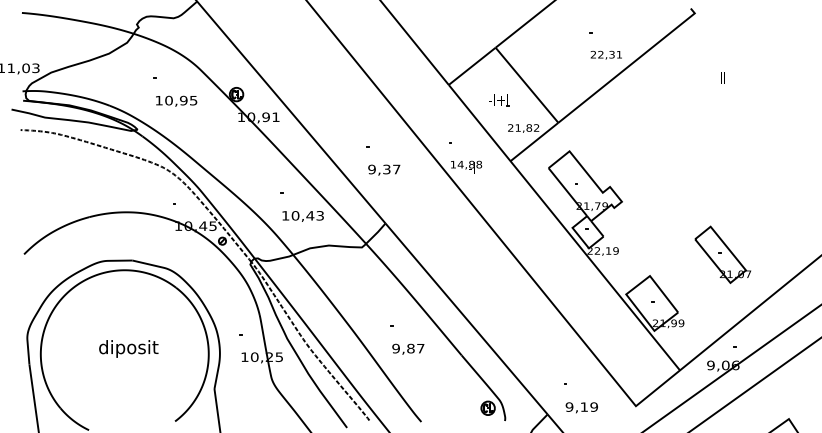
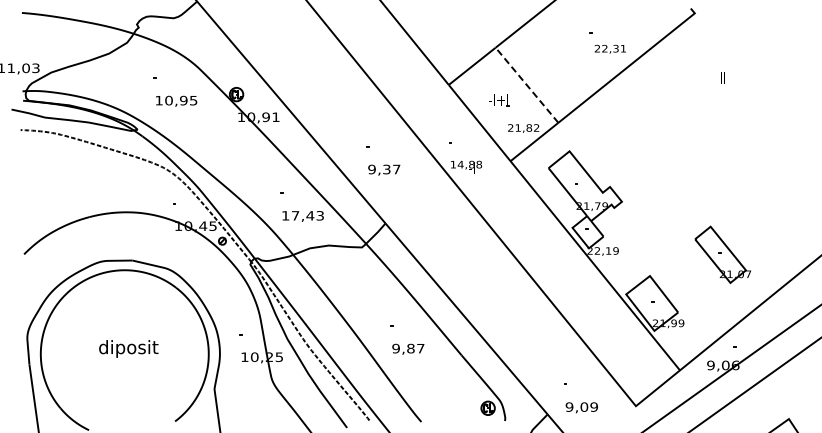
text at (605, 54) position: (605, 54) -> (609, 48)
line at (527, 85): solid -> dashed
text at (295, 215): 10,43 -> 17,43
text at (584, 406): 9,19 -> 9,09
